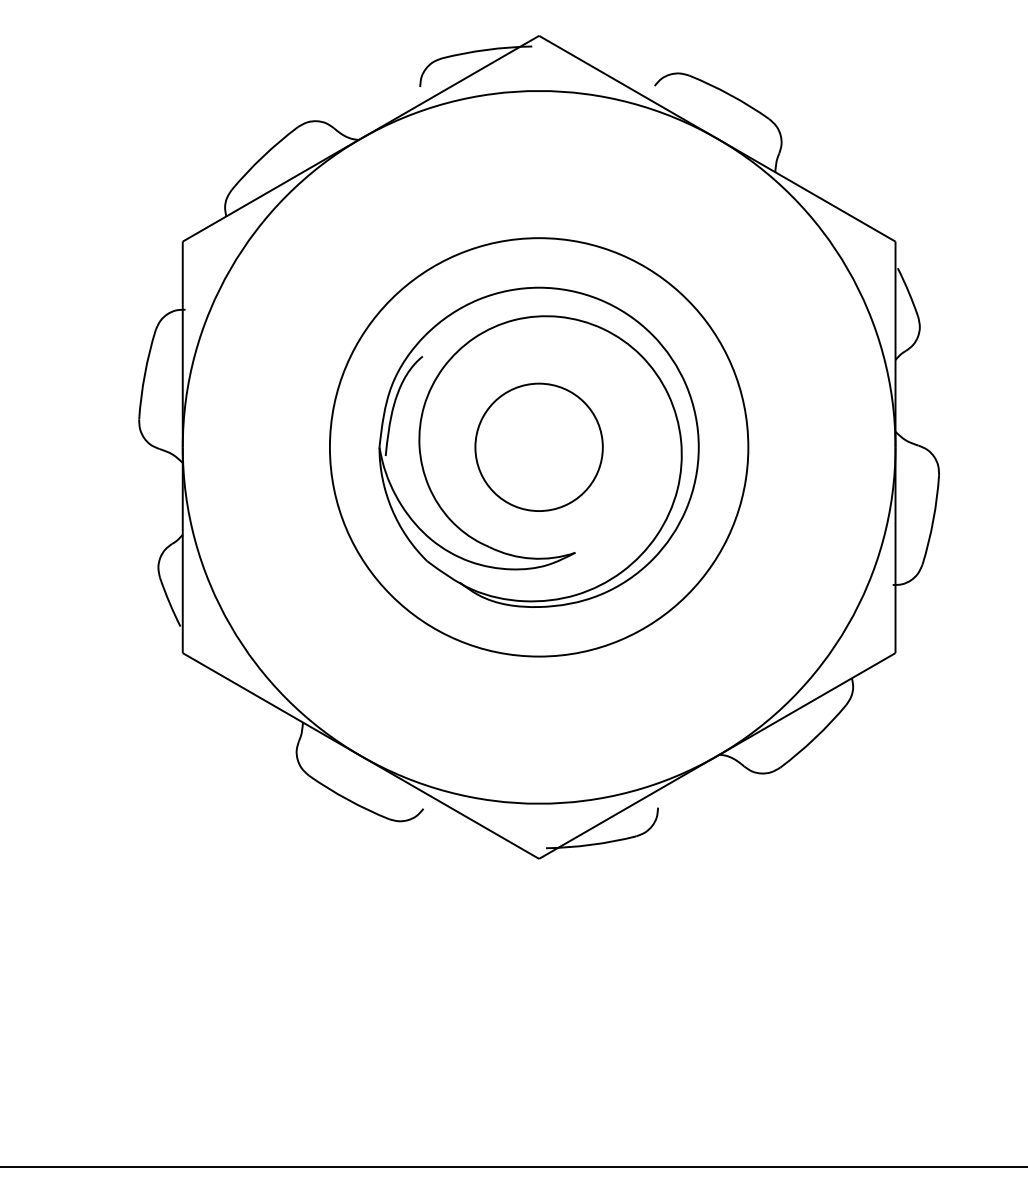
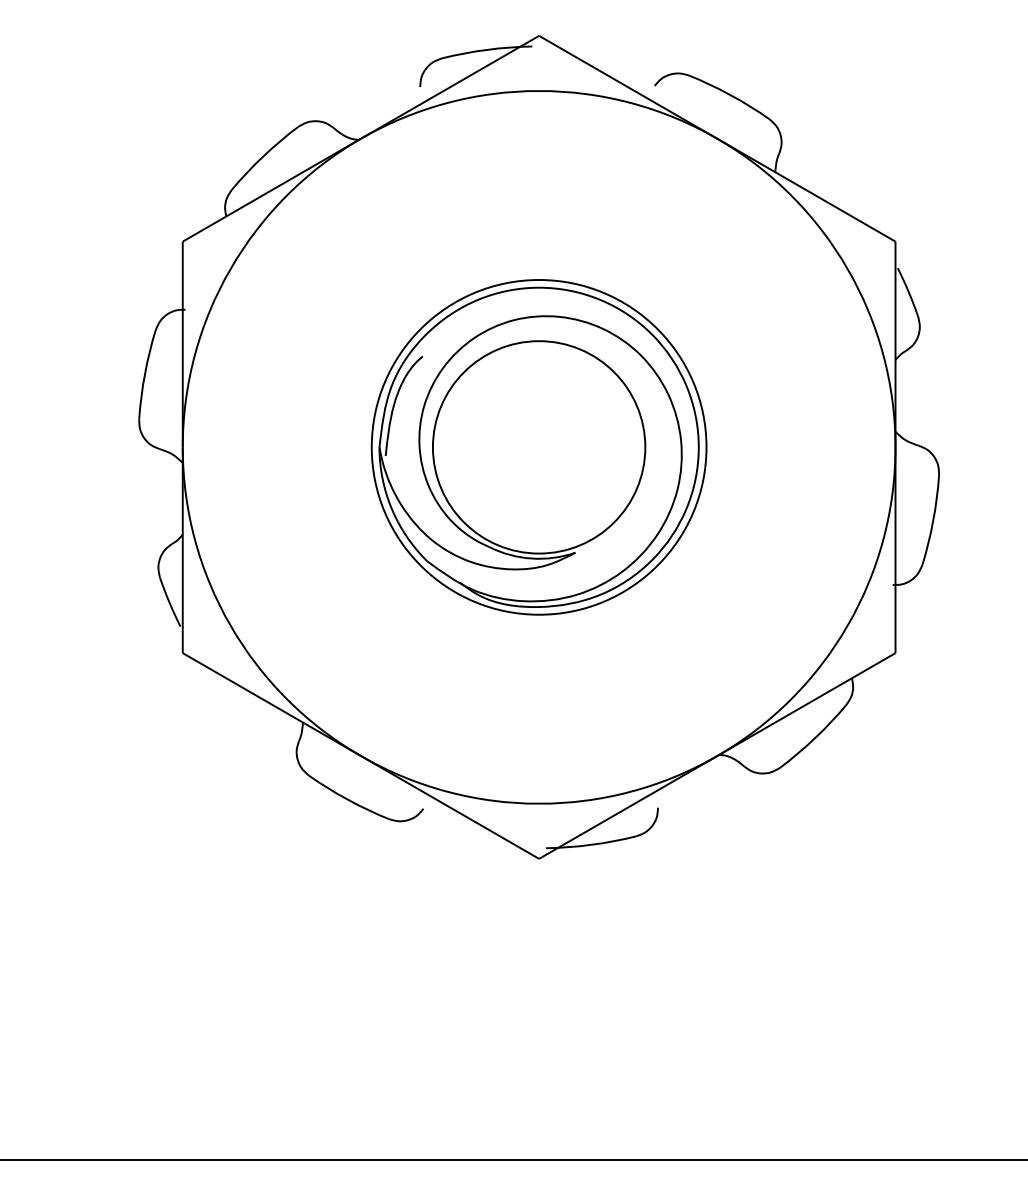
circle at (538, 447) diameter: 127 px -> 212 px
circle at (538, 447) diameter: 418 px -> 335 px
line at (513, 1167) position: (513, 1167) -> (513, 1160)
